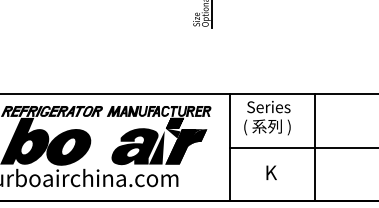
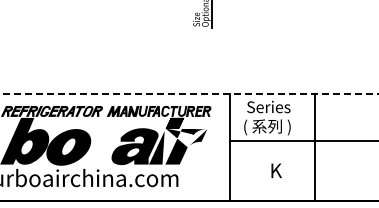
line at (189, 93): solid -> dashed
fill at (186, 146): present -> none
line at (302, 147) position: (302, 147) -> (302, 140)
text at (271, 172) position: (271, 172) -> (276, 170)
